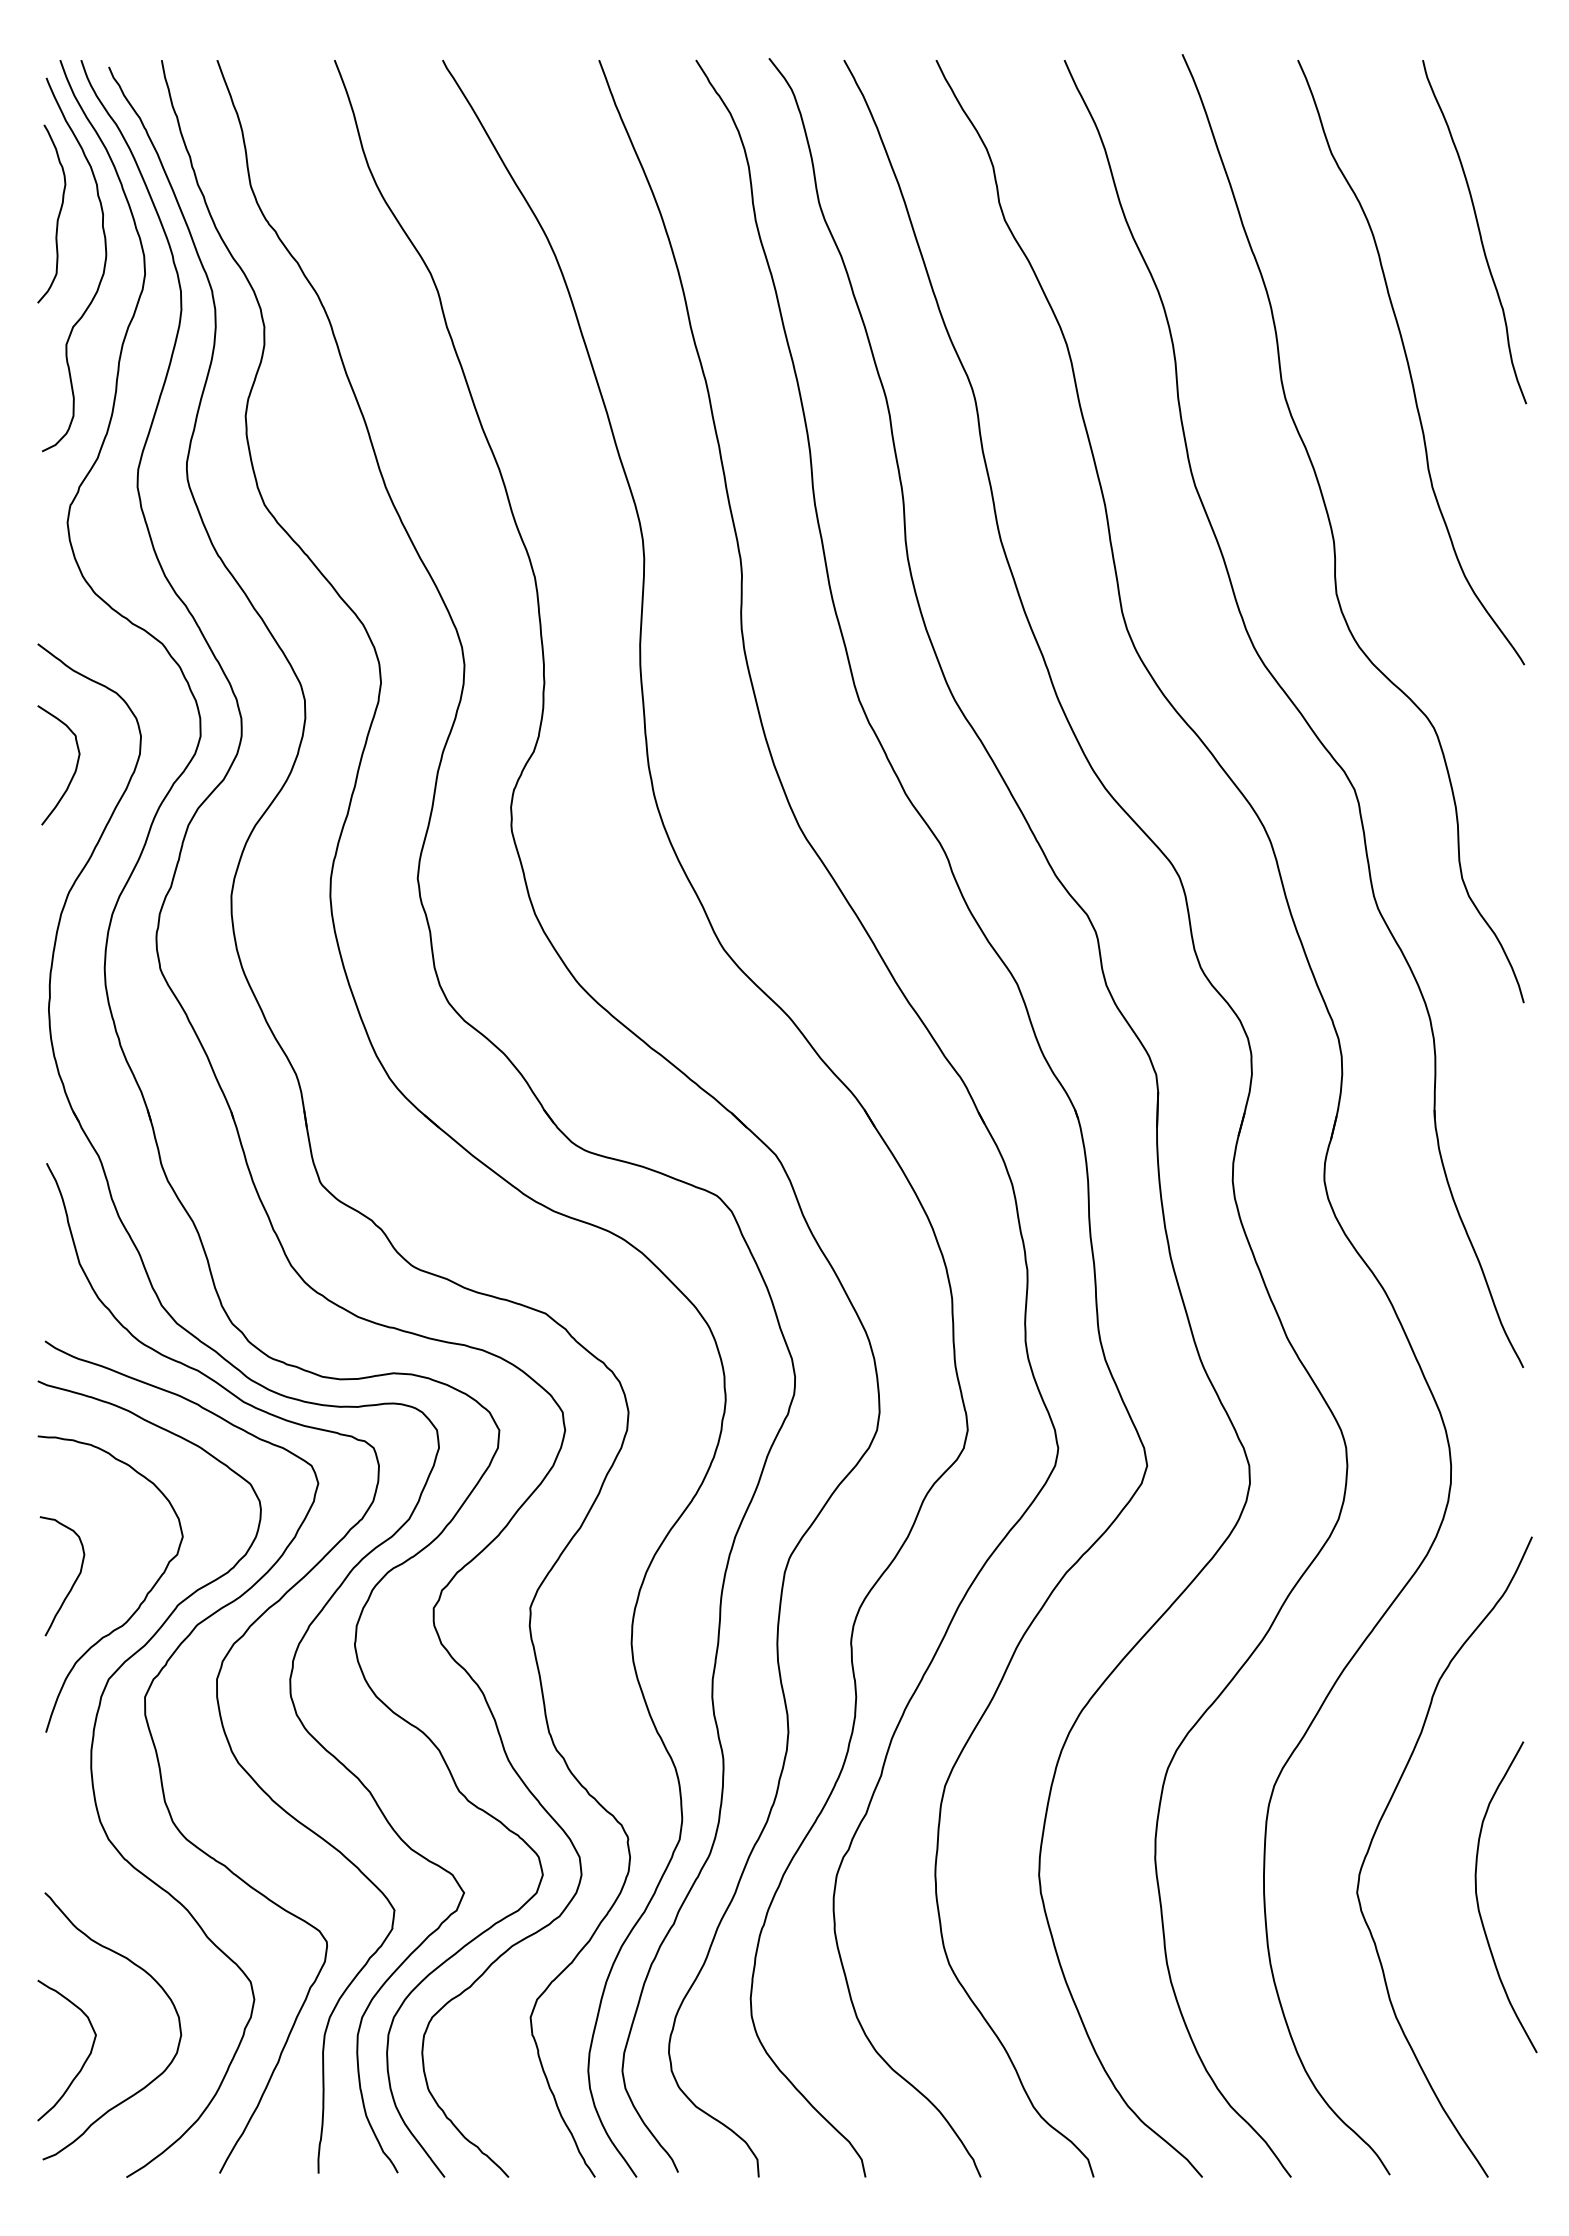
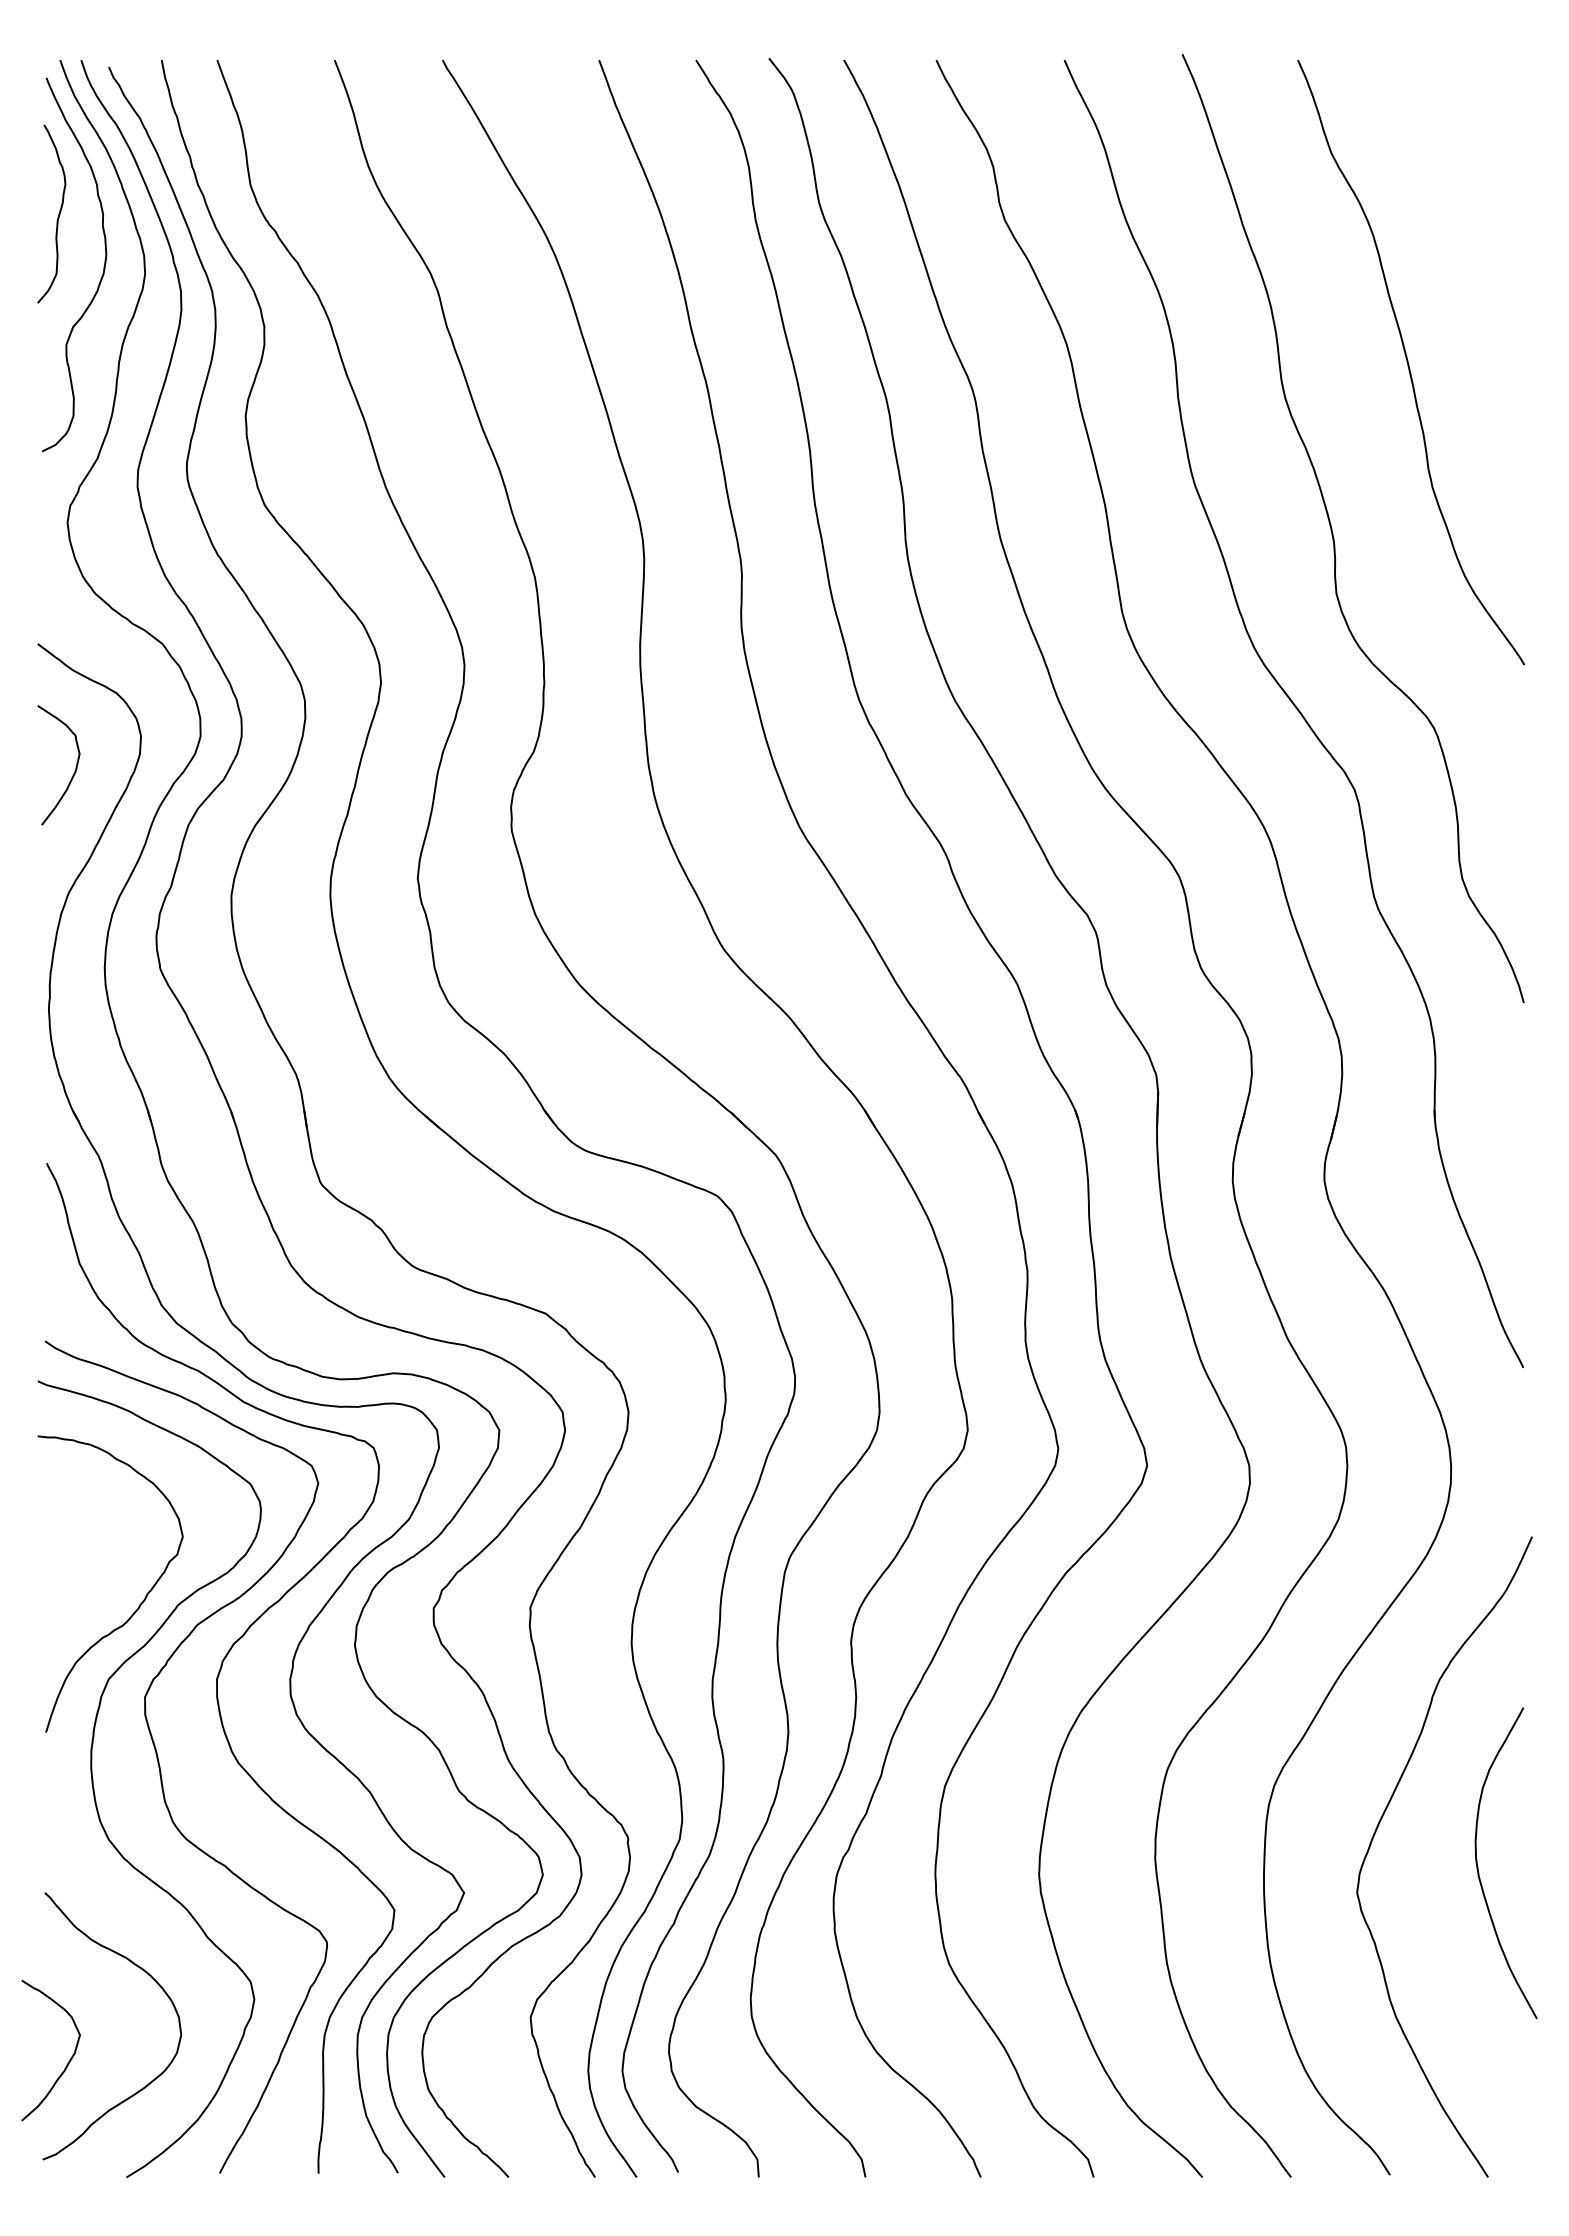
curve at (1478, 232): present -> none
curve at (73, 1582): present -> none
curve at (1478, 1900) position: (1478, 1900) -> (1478, 1866)
curve at (85, 2059) position: (85, 2059) -> (69, 2059)
